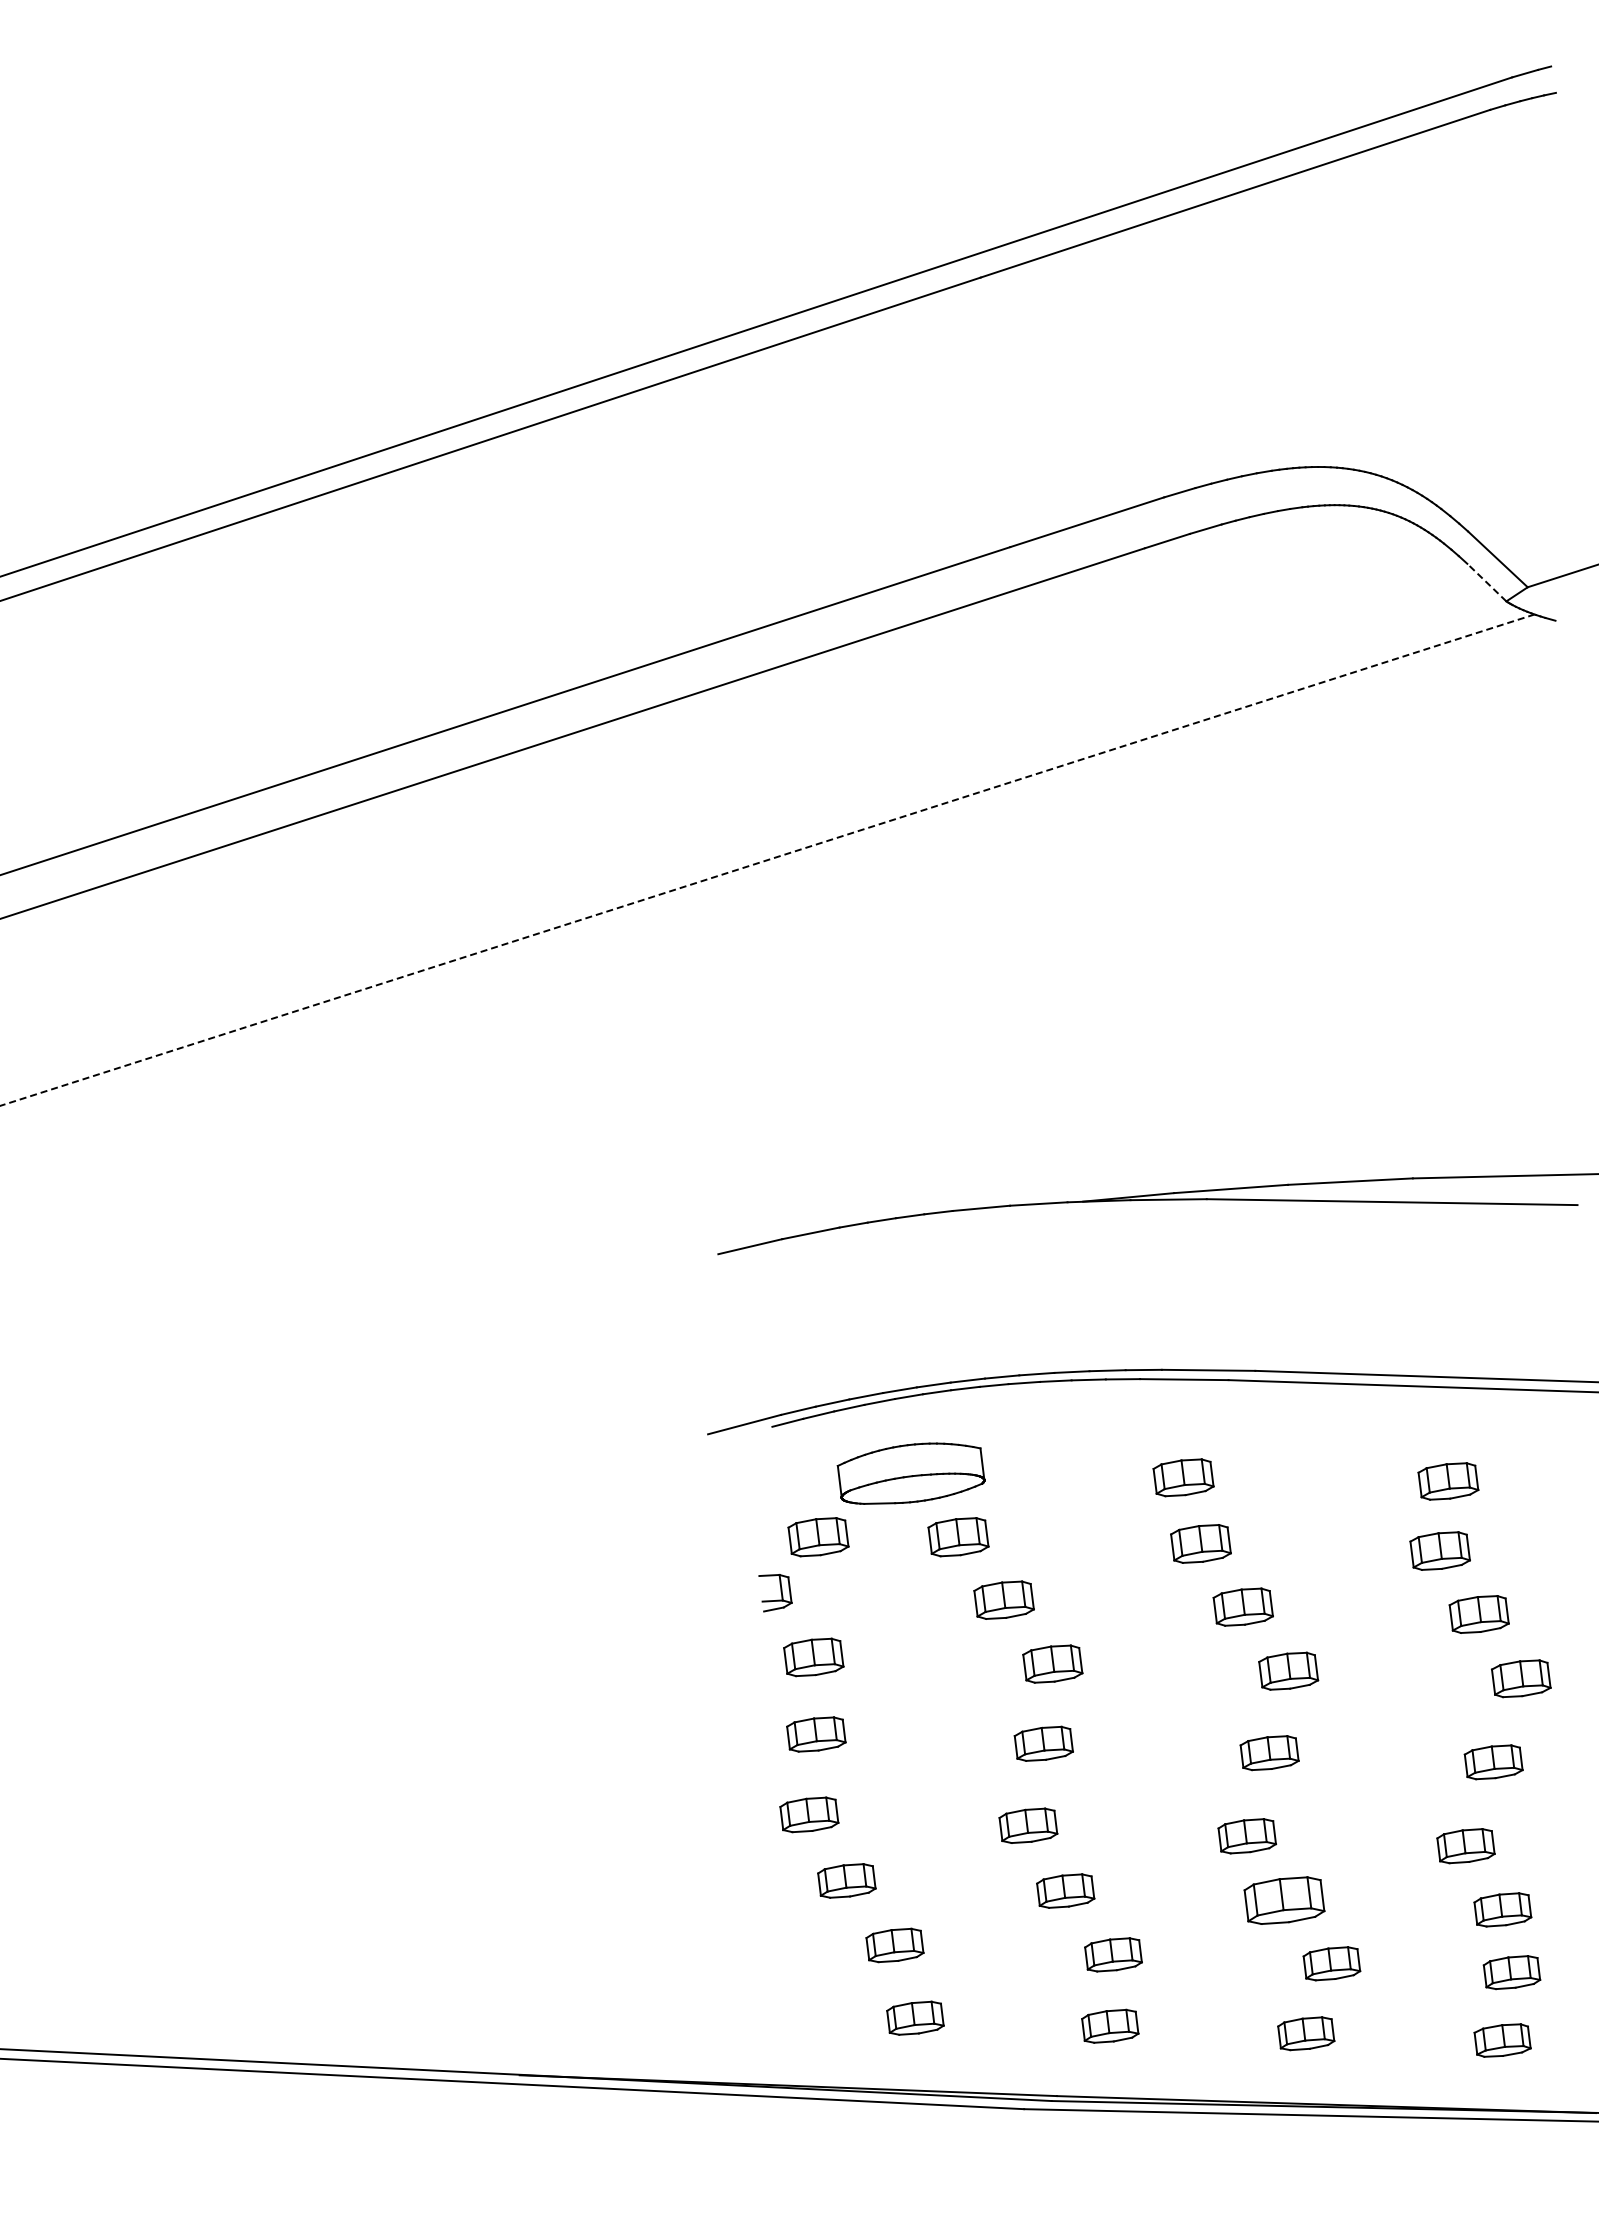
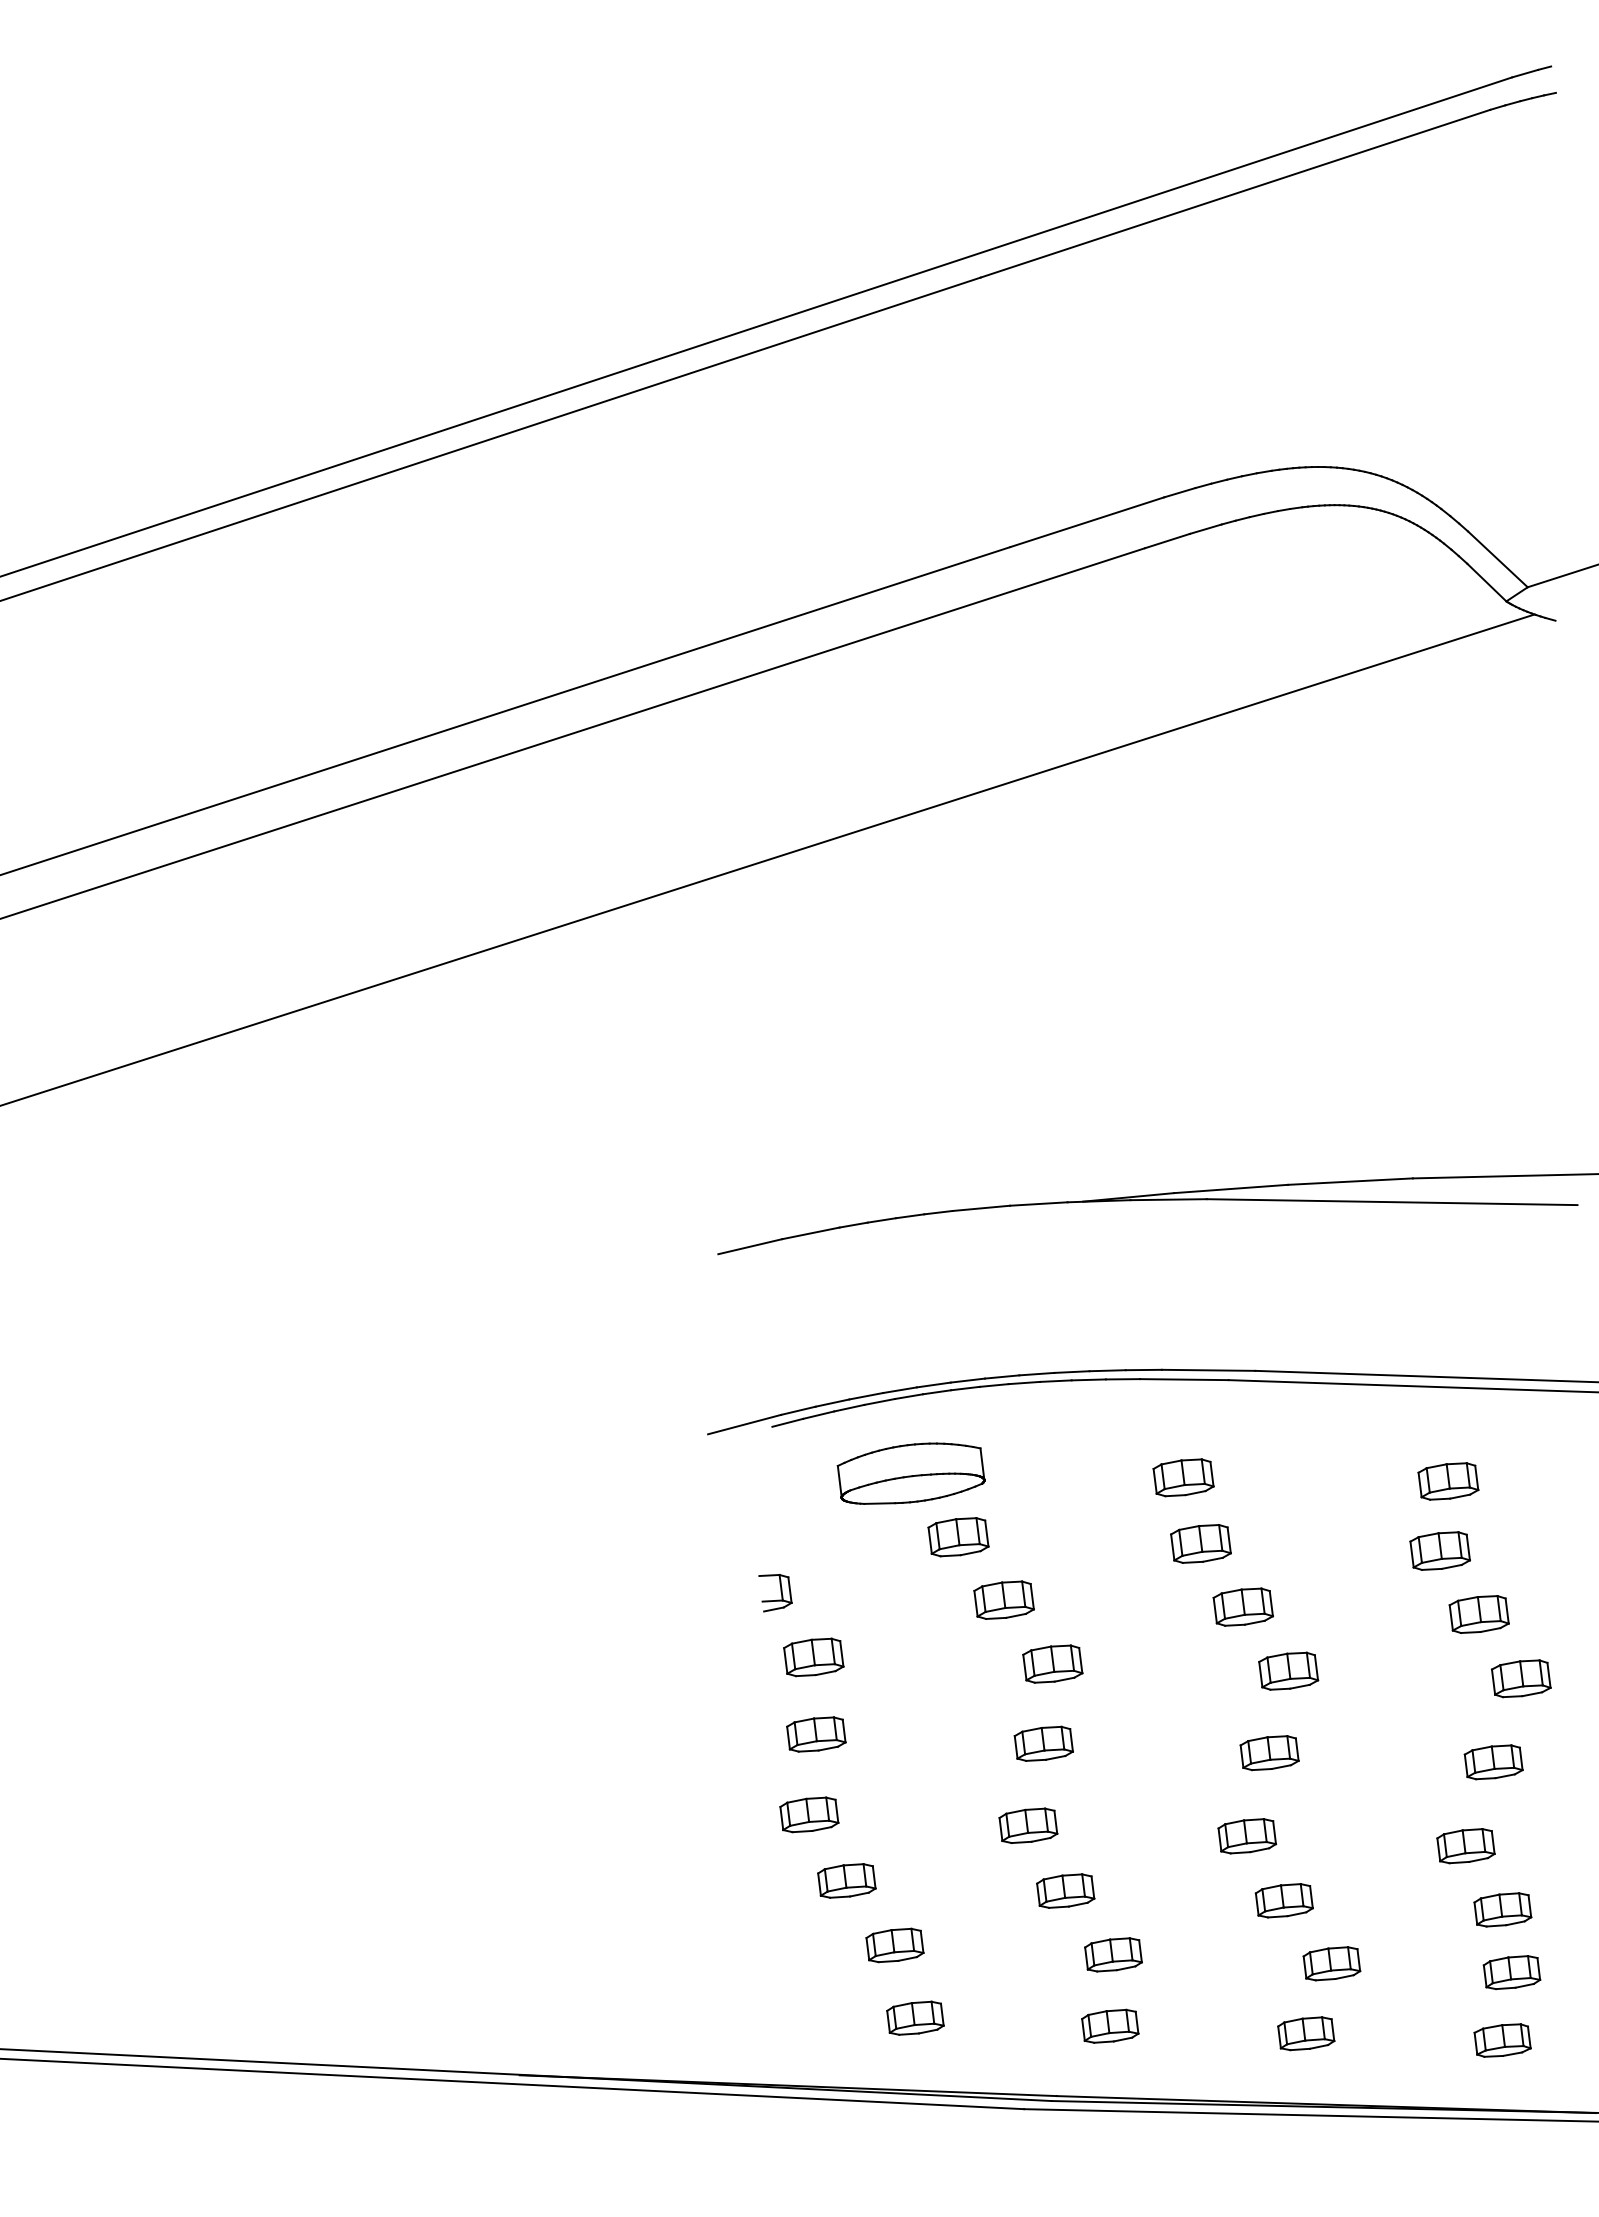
line at (1486, 582): dashed -> solid
line at (768, 859): dashed -> solid
part at (818, 1537): present -> none
part at (1284, 1900) size: 83x49 px -> 60x36 px
